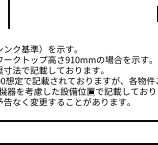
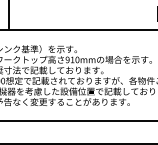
line at (78, 30): none -> present
